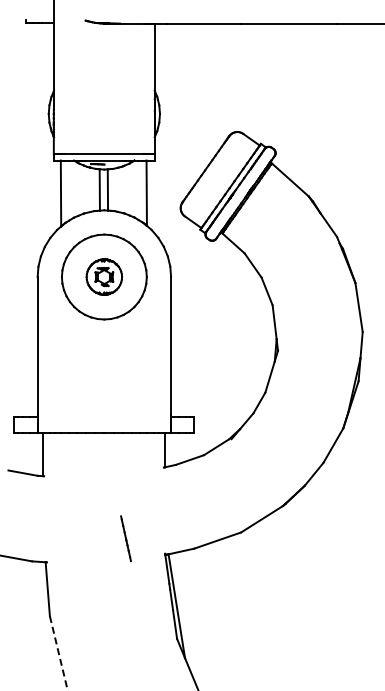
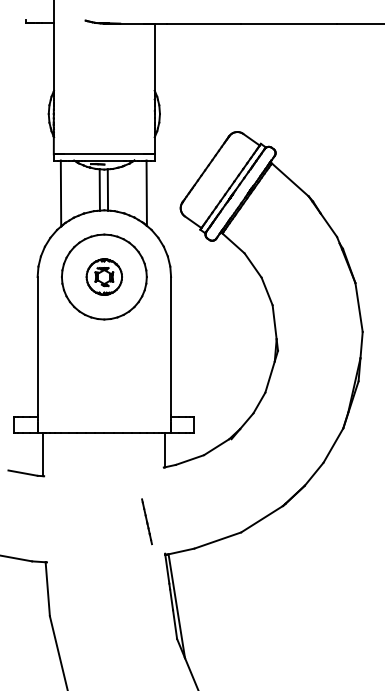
line at (125, 538) position: (125, 538) -> (146, 521)
line at (58, 653): dashed -> solid
